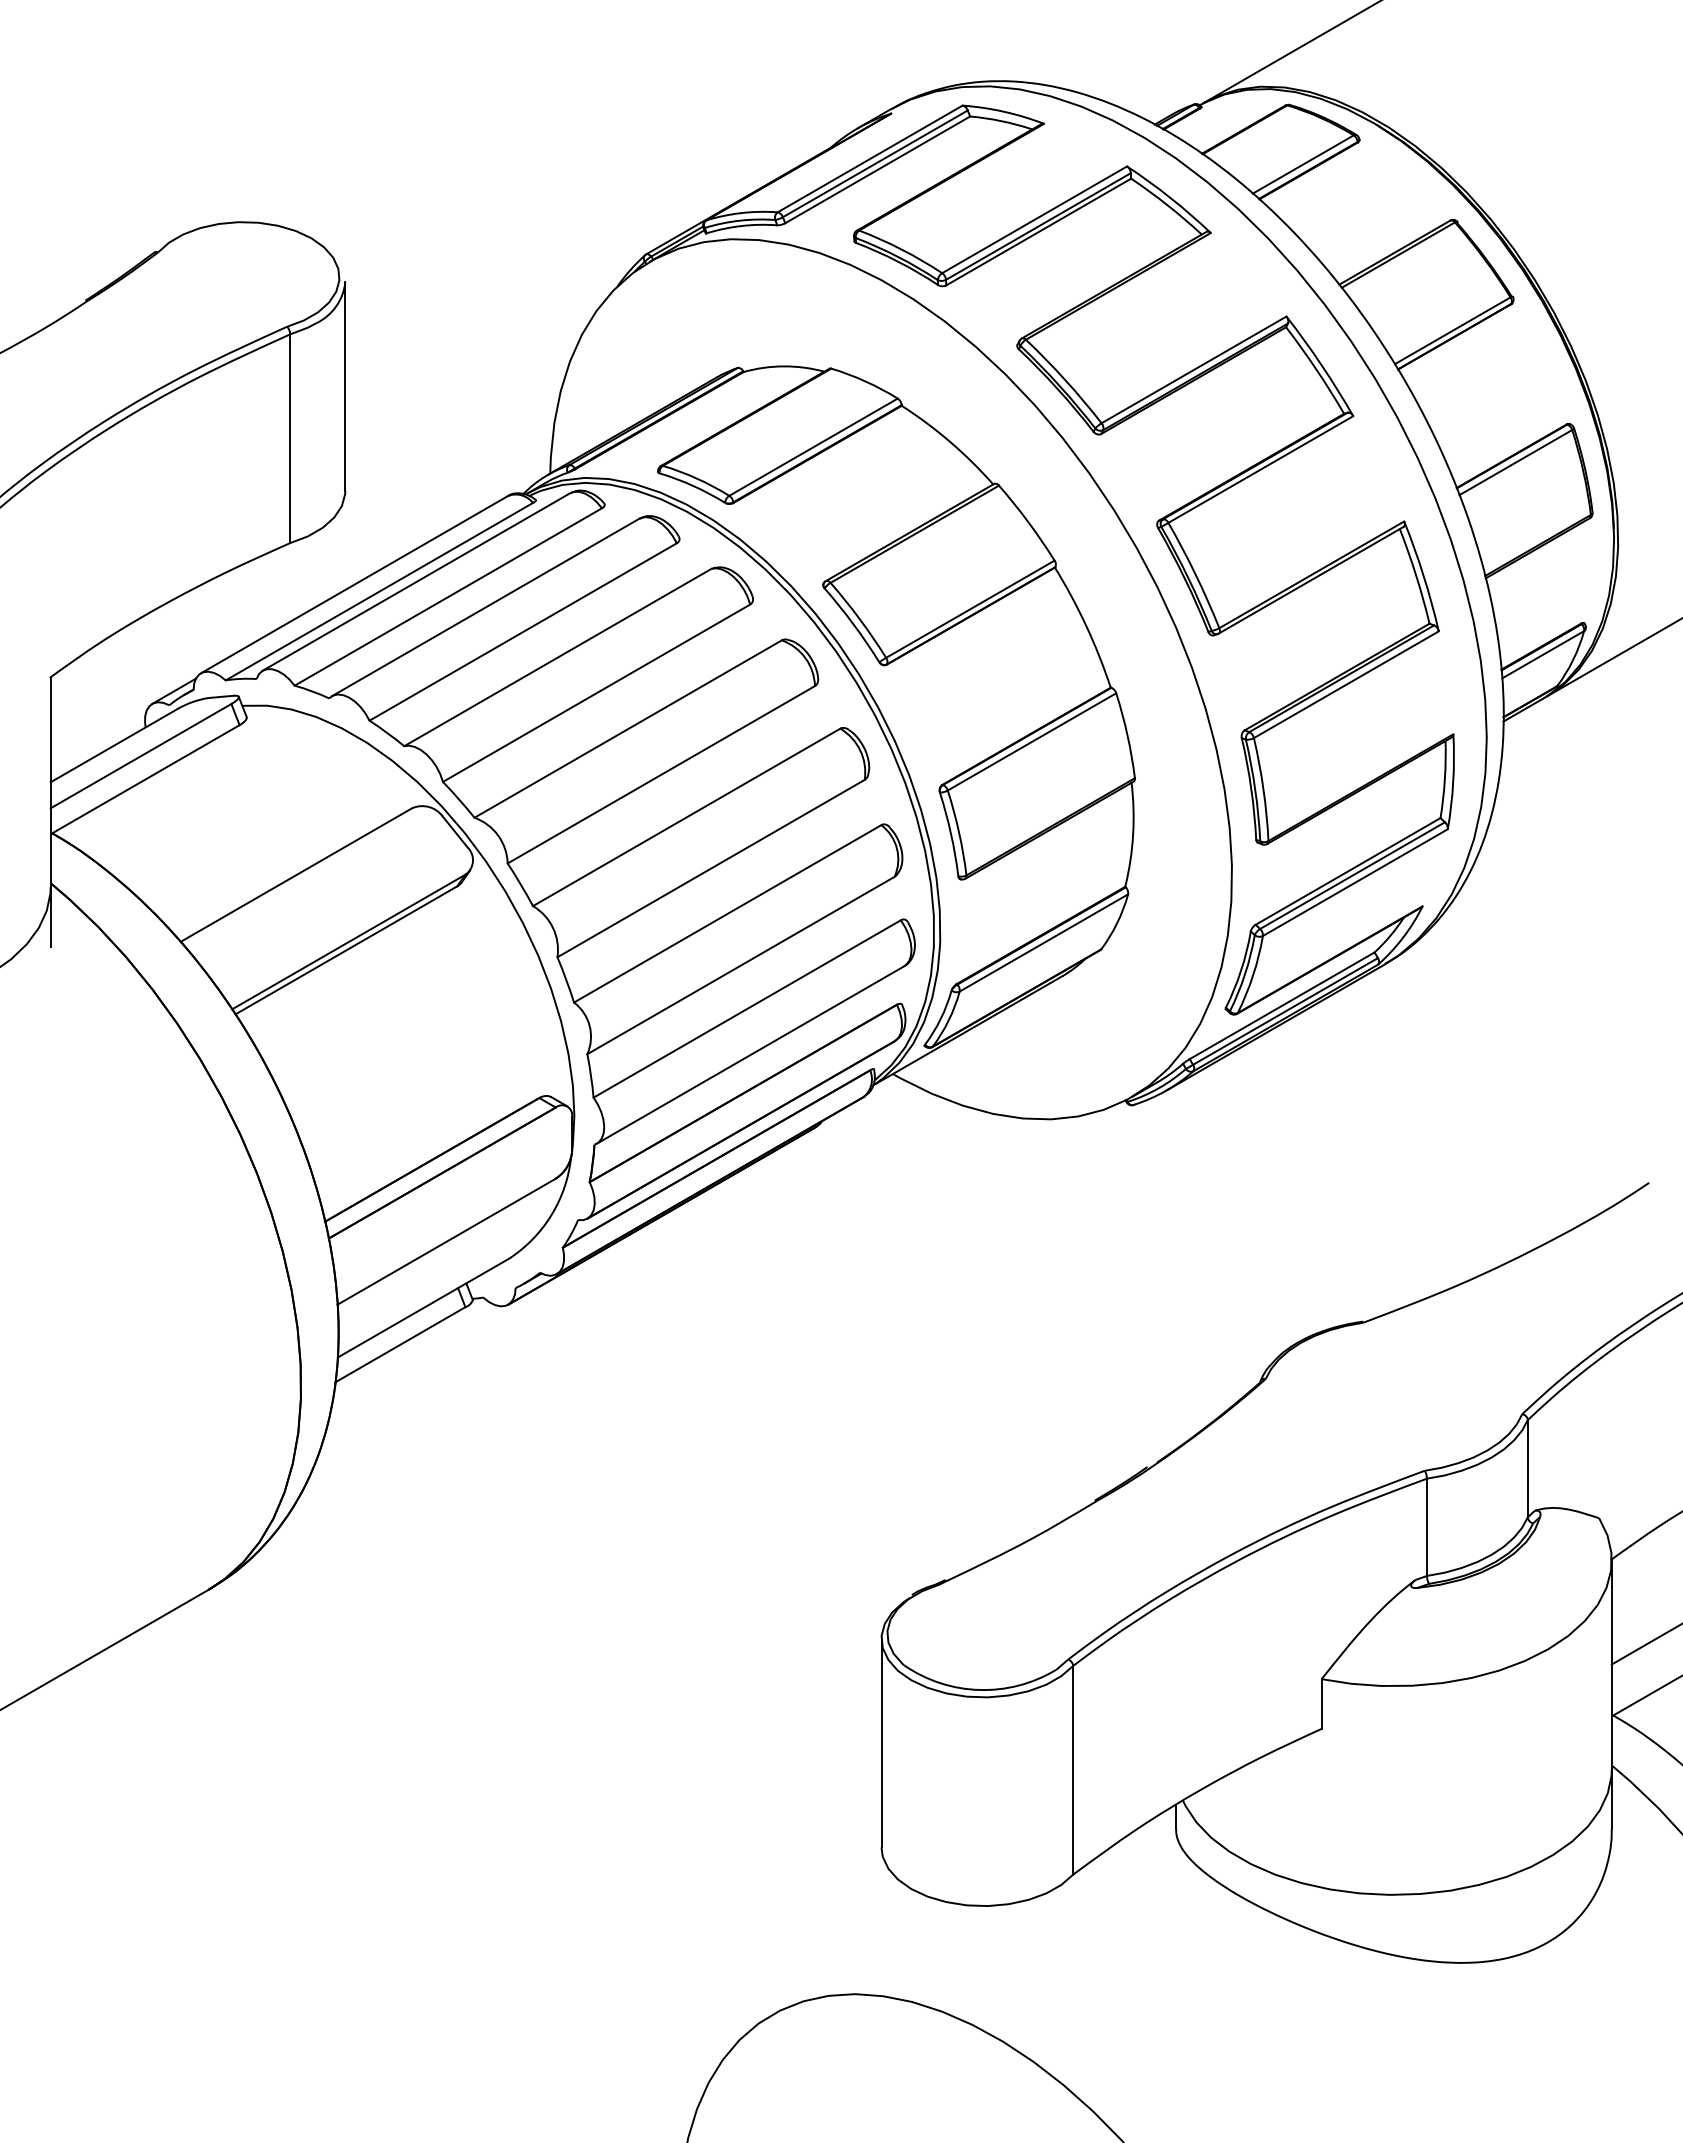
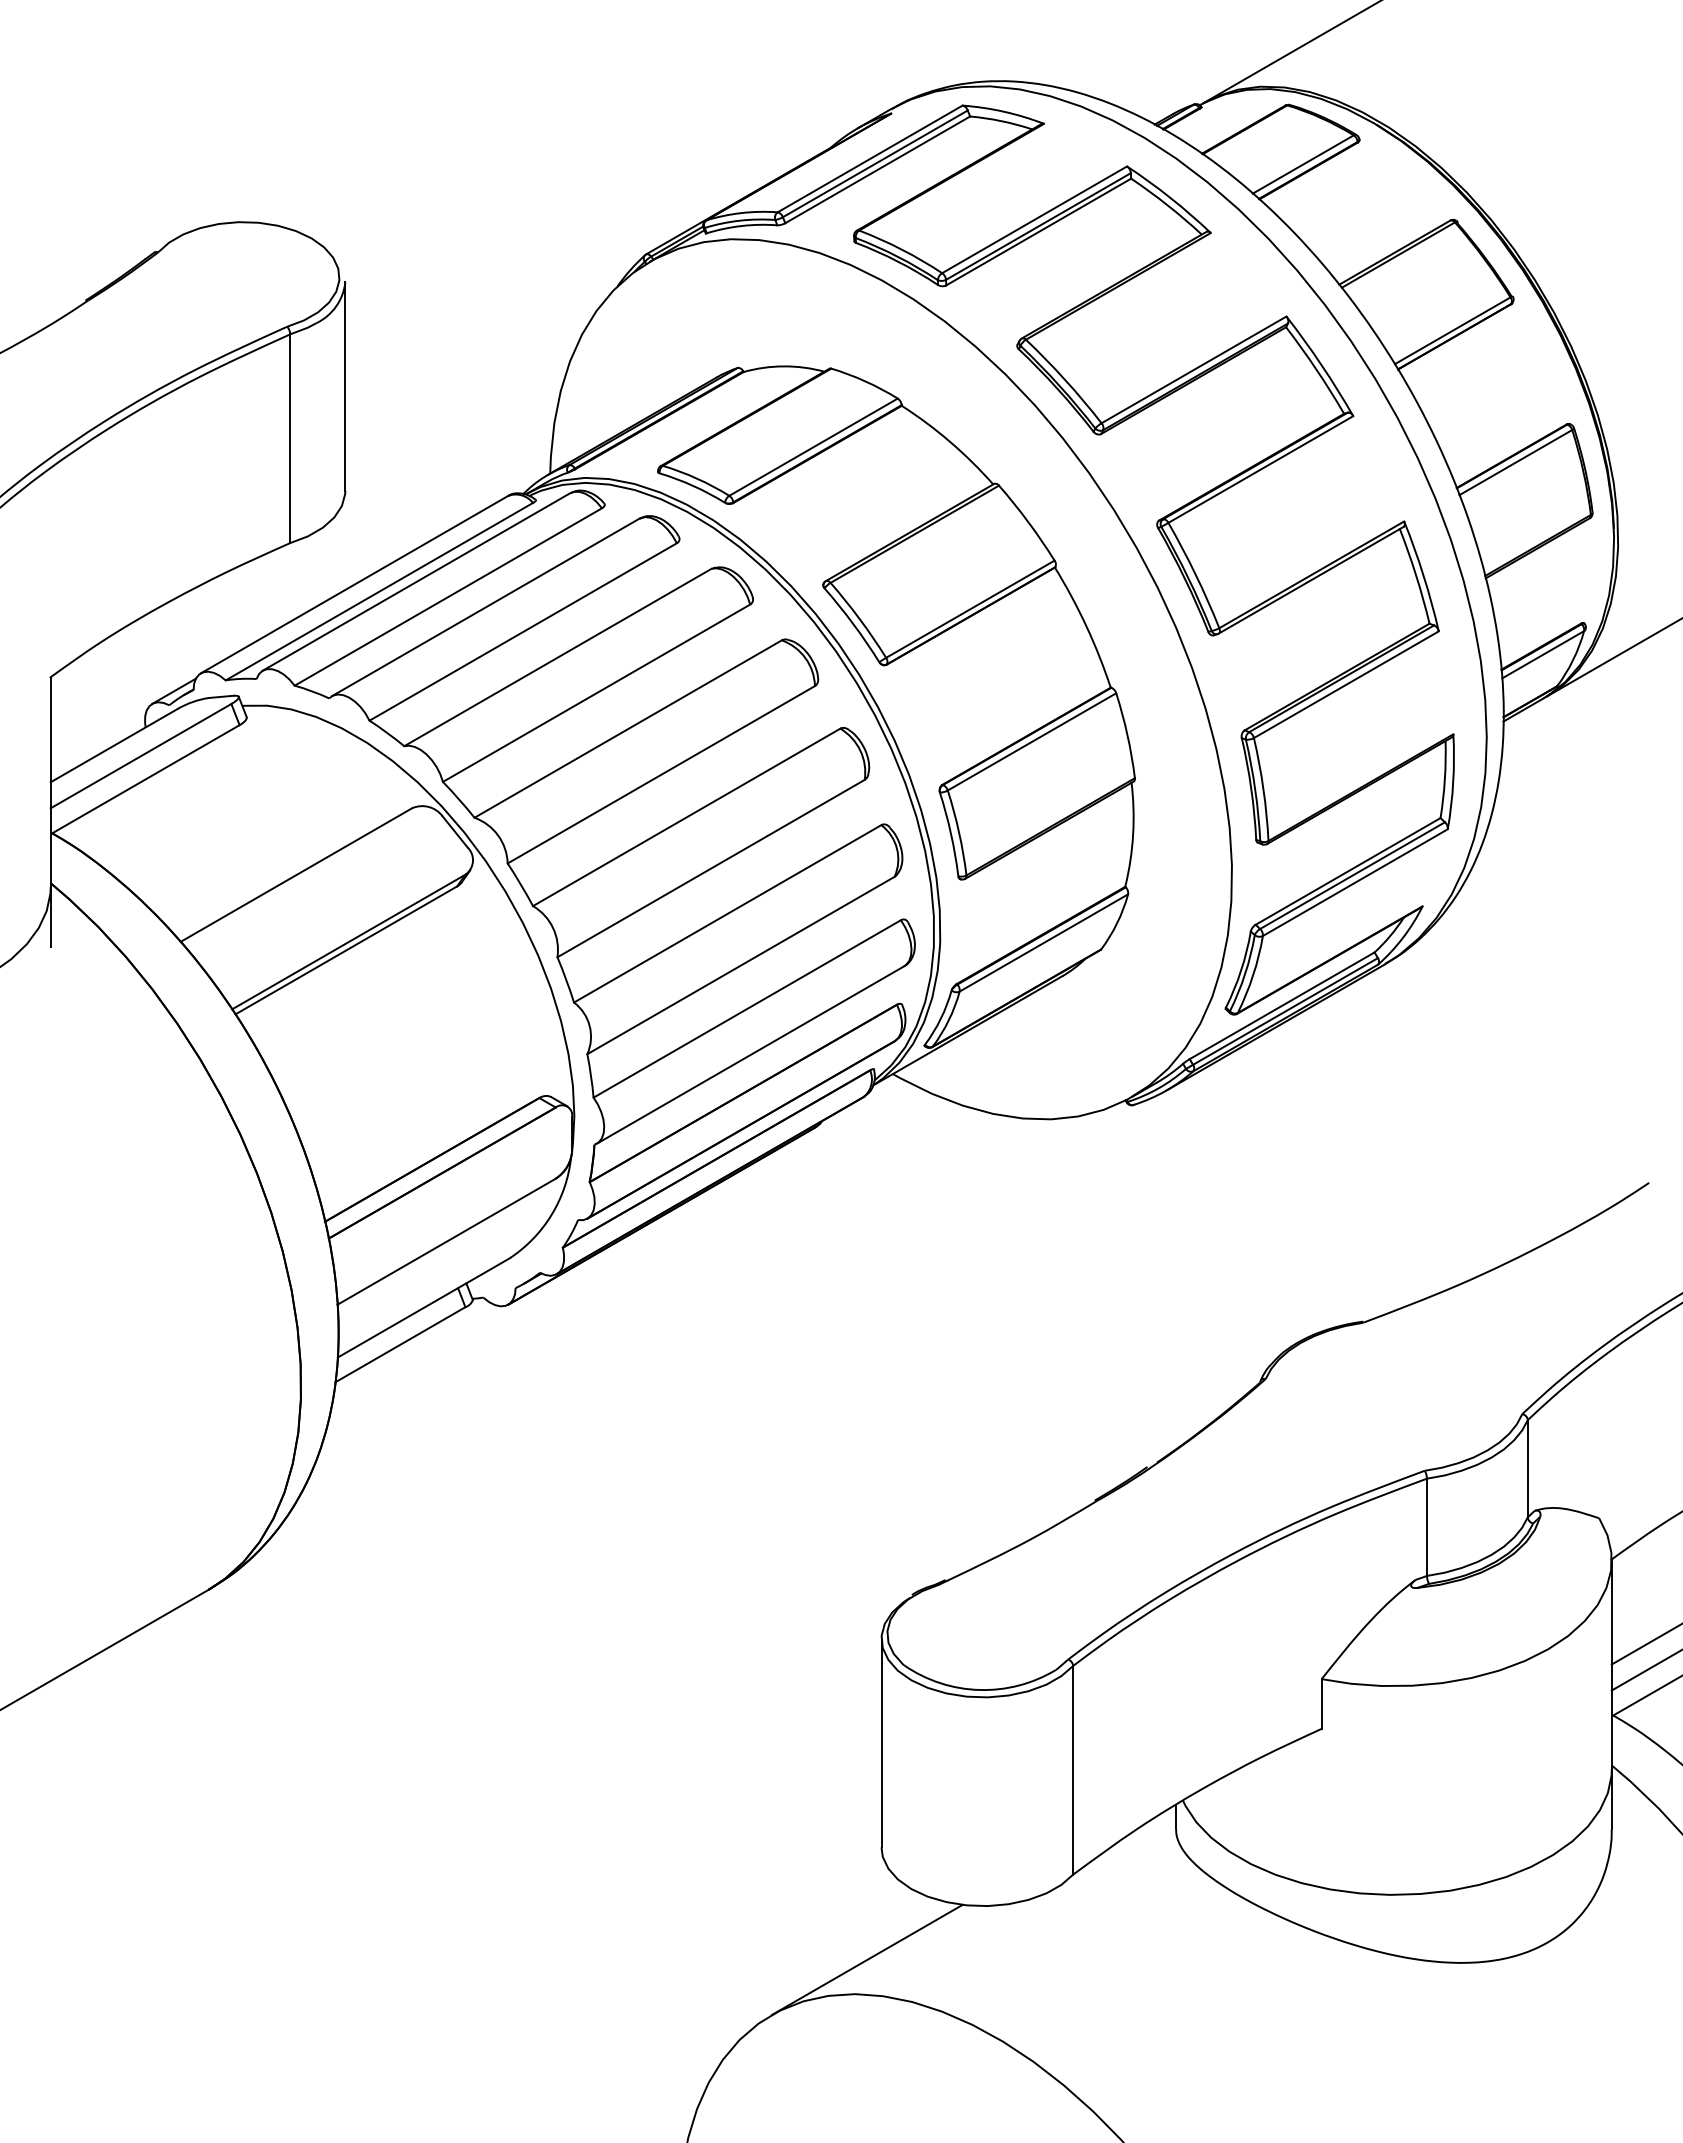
line at (1645, 1670): none -> present
line at (866, 1959): none -> present
